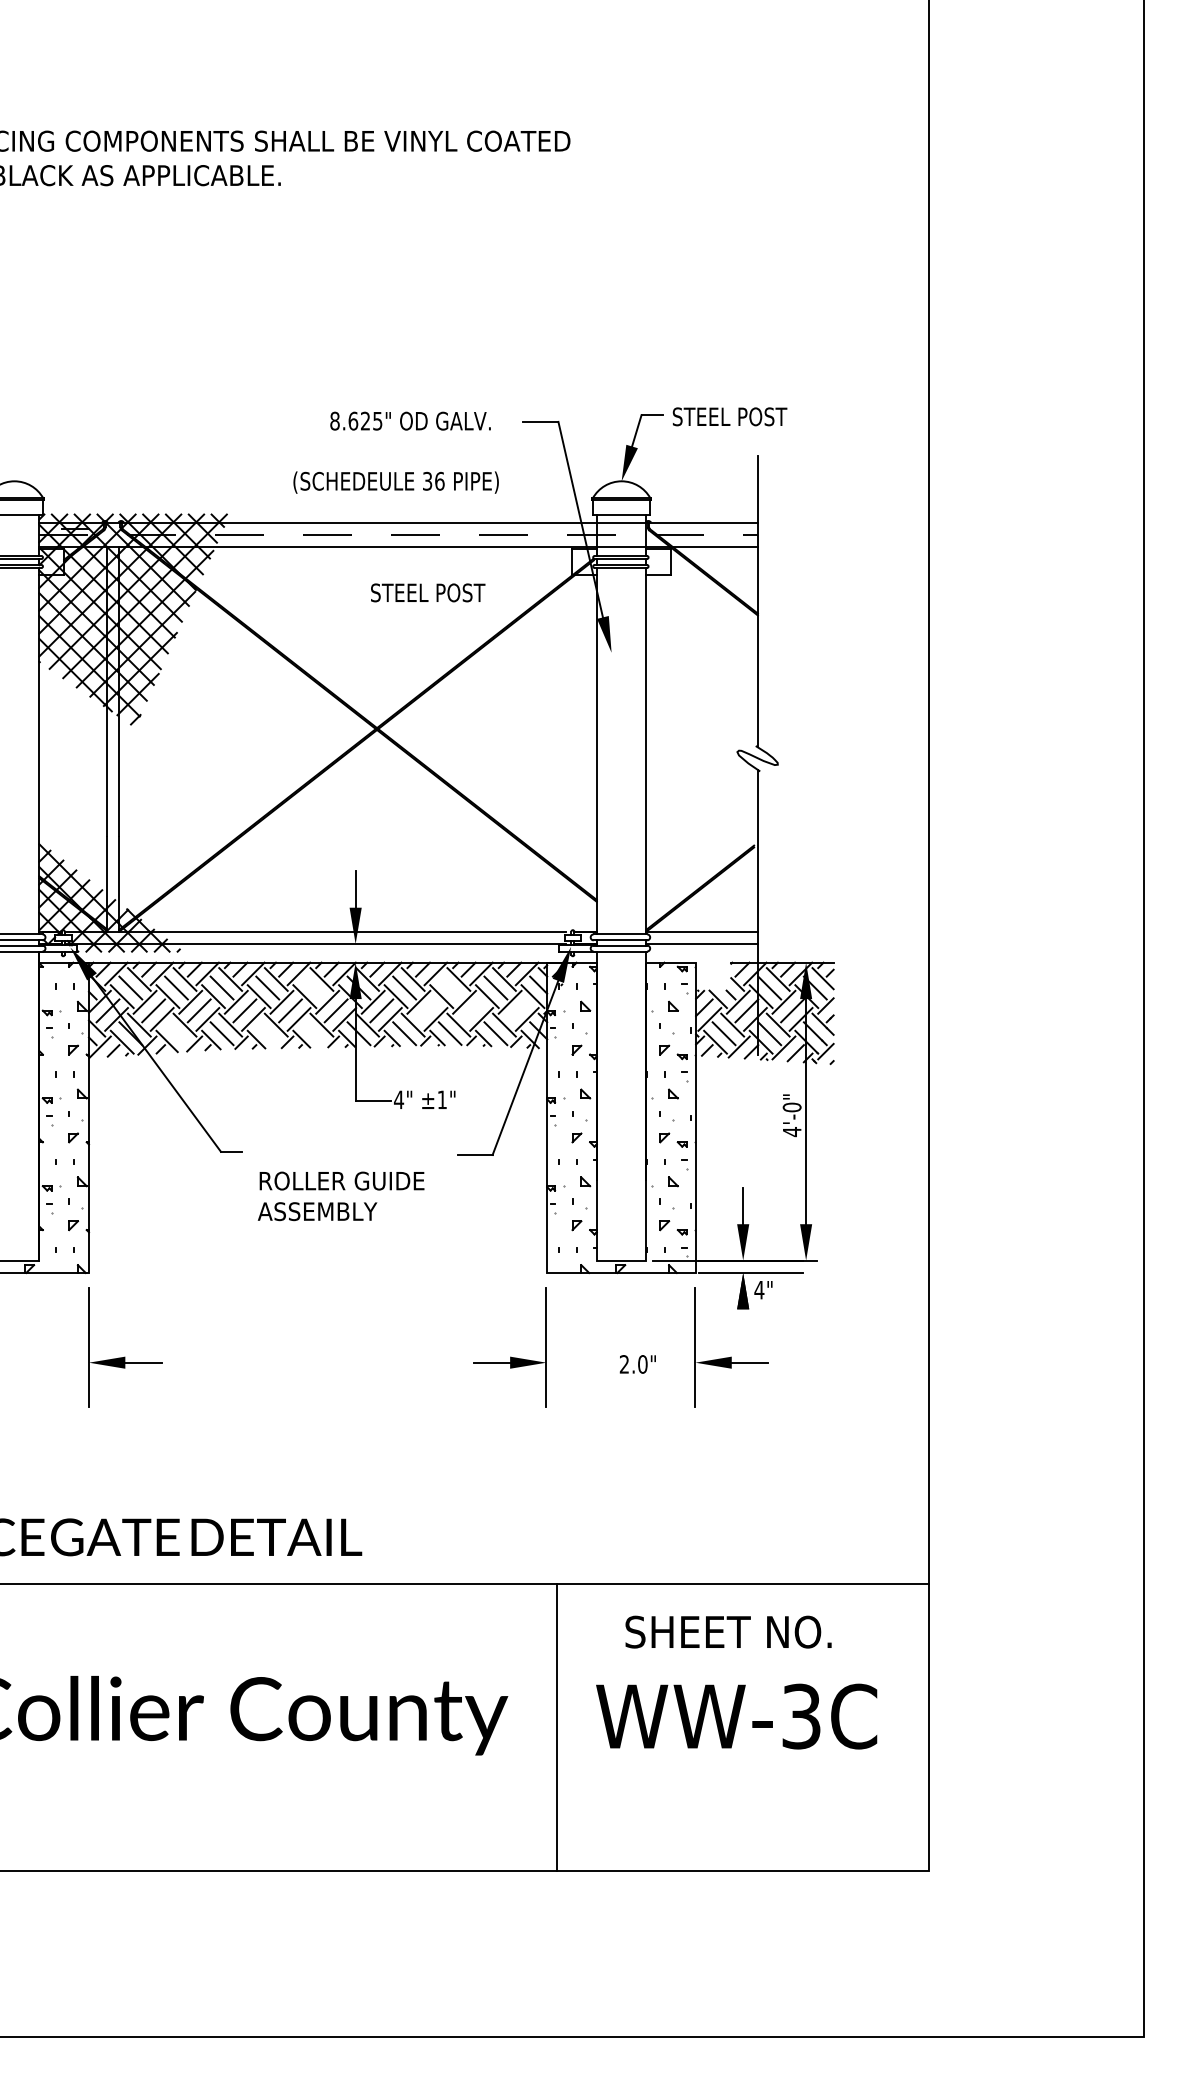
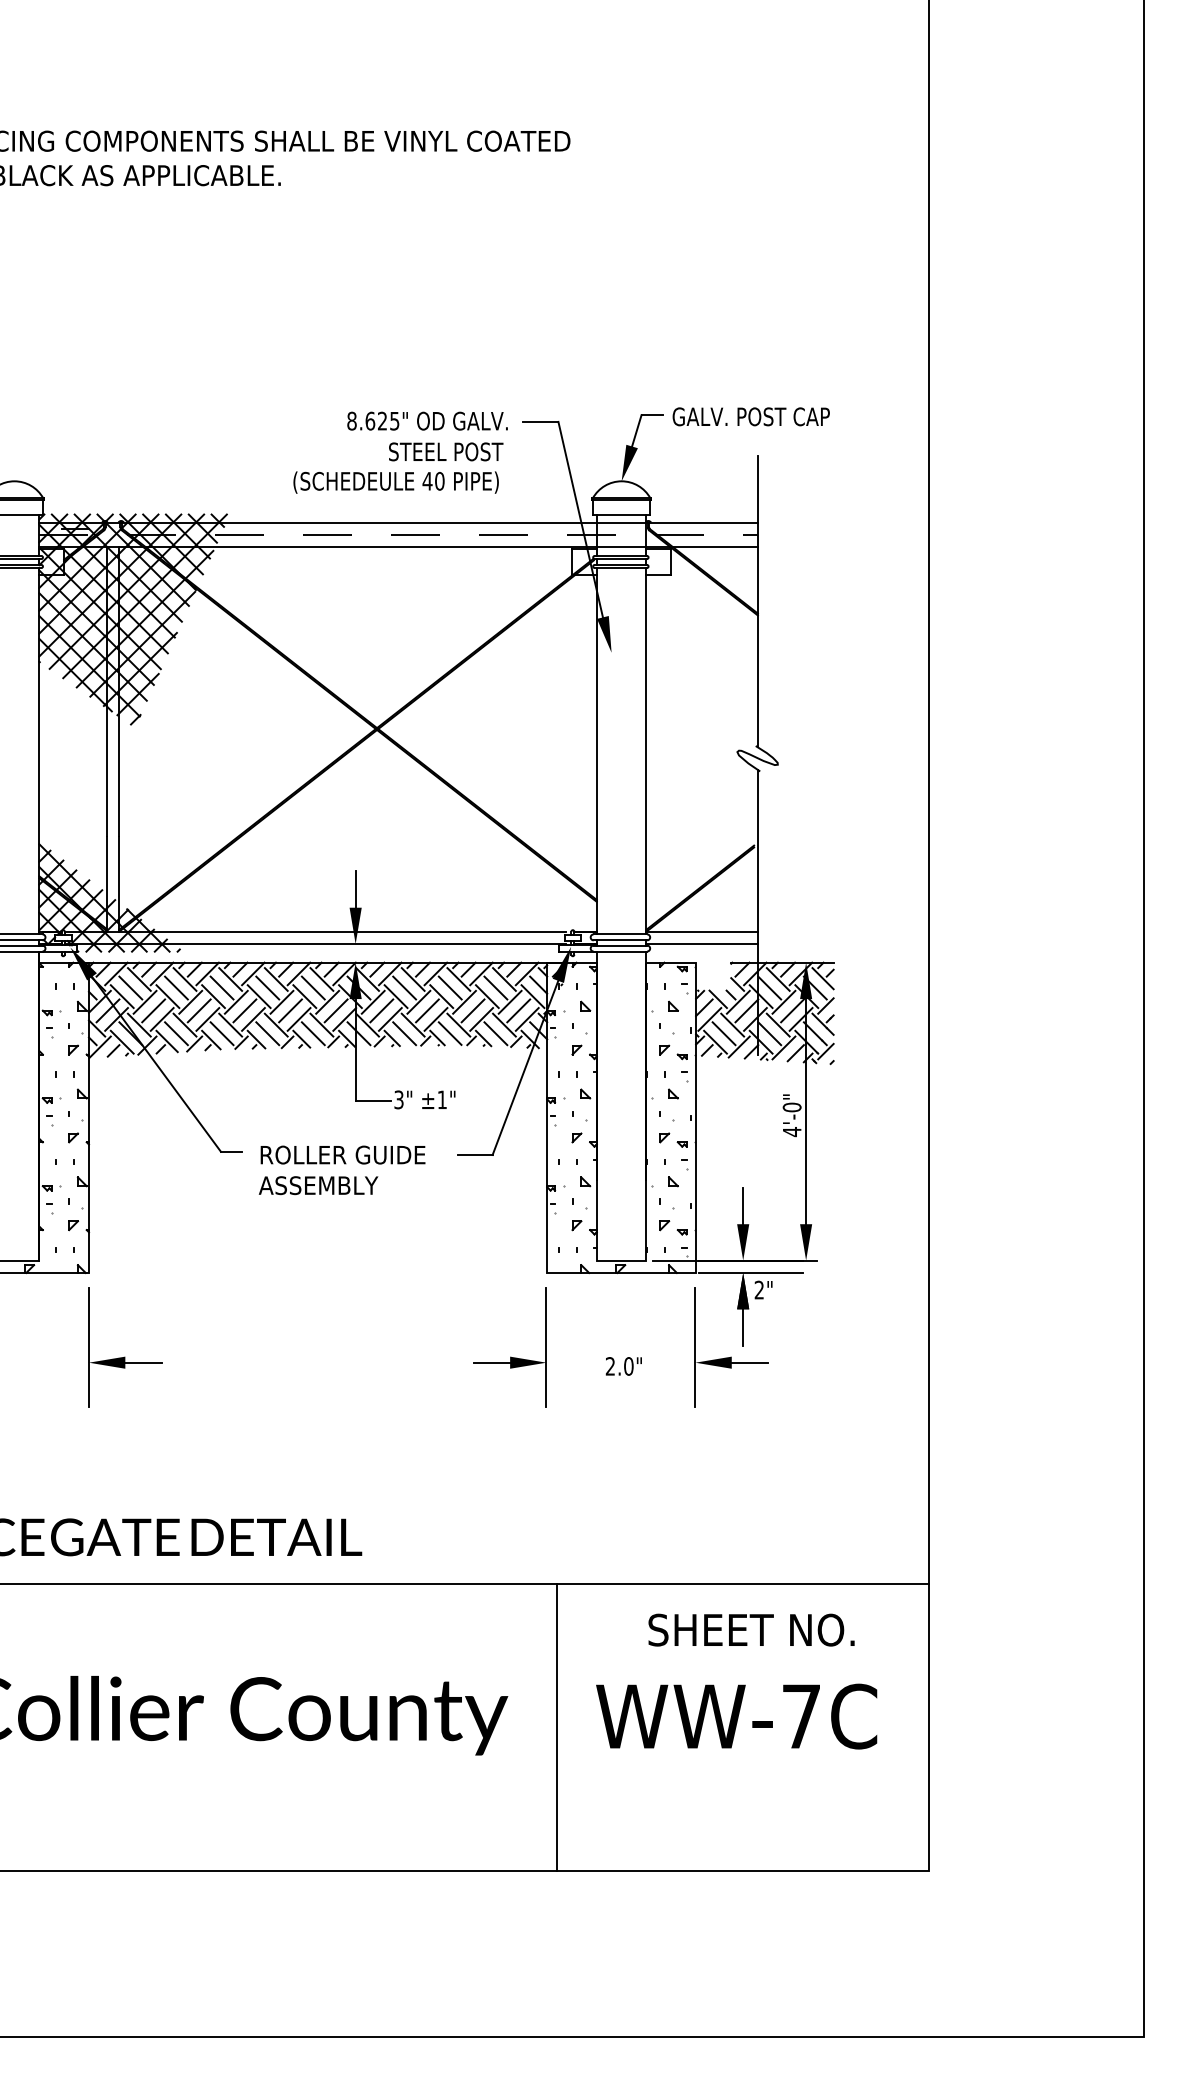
text at (750, 416): STEEL POST -> GALV. POST CAP
text at (410, 420) position: (410, 420) -> (427, 420)
text at (433, 480): 36 -> 40
text at (428, 592) position: (428, 592) -> (446, 451)
line at (312, 987): none -> present
line at (449, 987): none -> present
line at (427, 1010): none -> present
line at (472, 1010): none -> present
line at (518, 1010): none -> present
line at (176, 1033): none -> present
line at (267, 1033): none -> present
line at (312, 1033): none -> present
text at (399, 1099): 4" -> 3"
text at (340, 1196) position: (340, 1196) -> (341, 1170)
text at (759, 1289): 4" -> 2"
line at (743, 1327): none -> present
text at (637, 1364) position: (637, 1364) -> (623, 1366)
text at (728, 1631) position: (728, 1631) -> (751, 1629)
text at (801, 1716): WW-3C -> WW-7C
